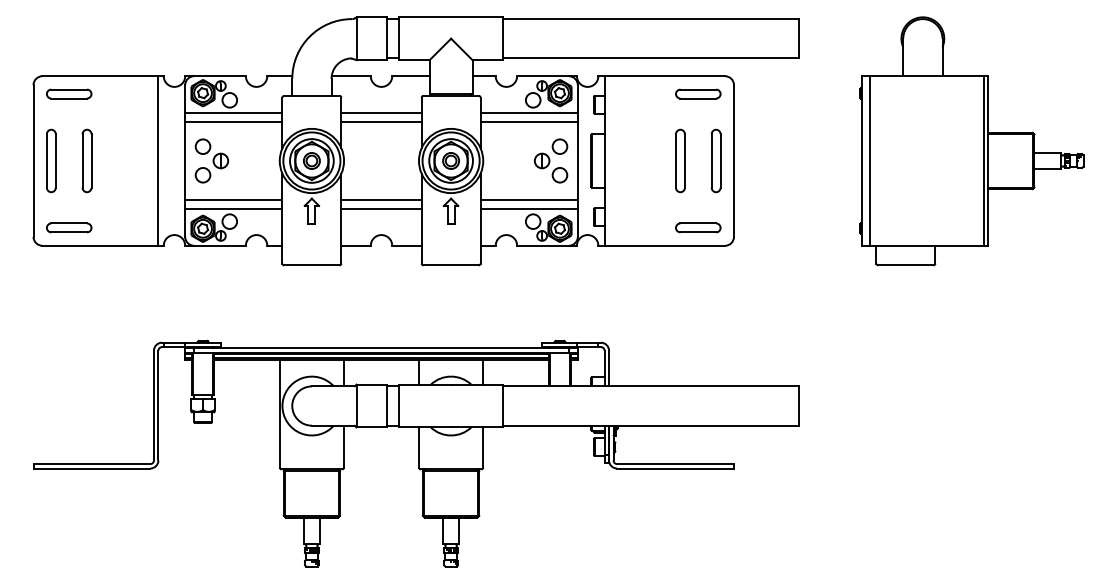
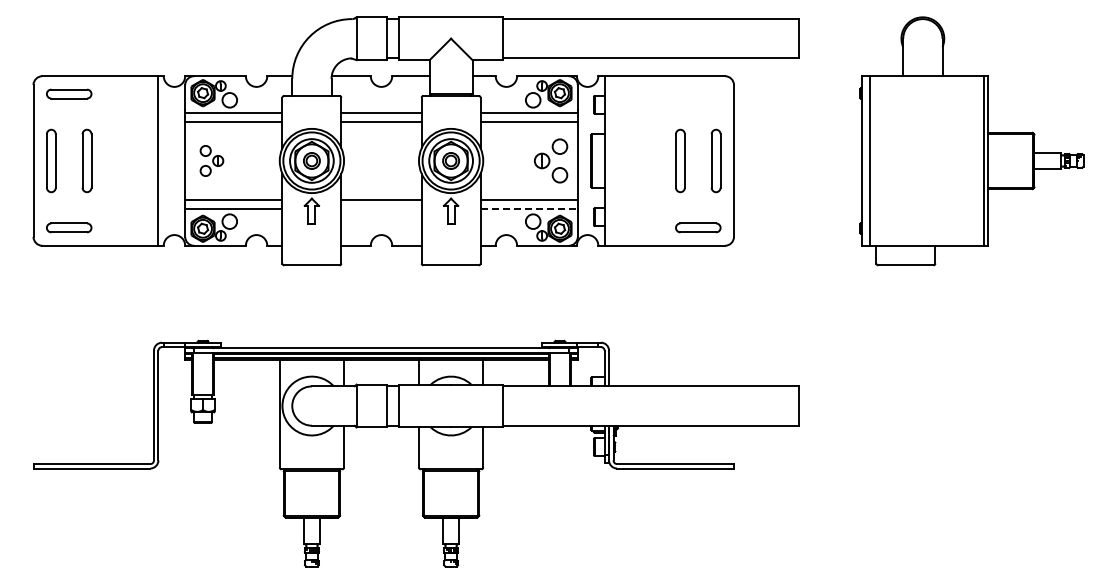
part at (698, 93): present -> none
part at (211, 160) size: 36x46 px -> 26x32 px
line at (381, 209): present -> none
line at (529, 209): solid -> dashed
